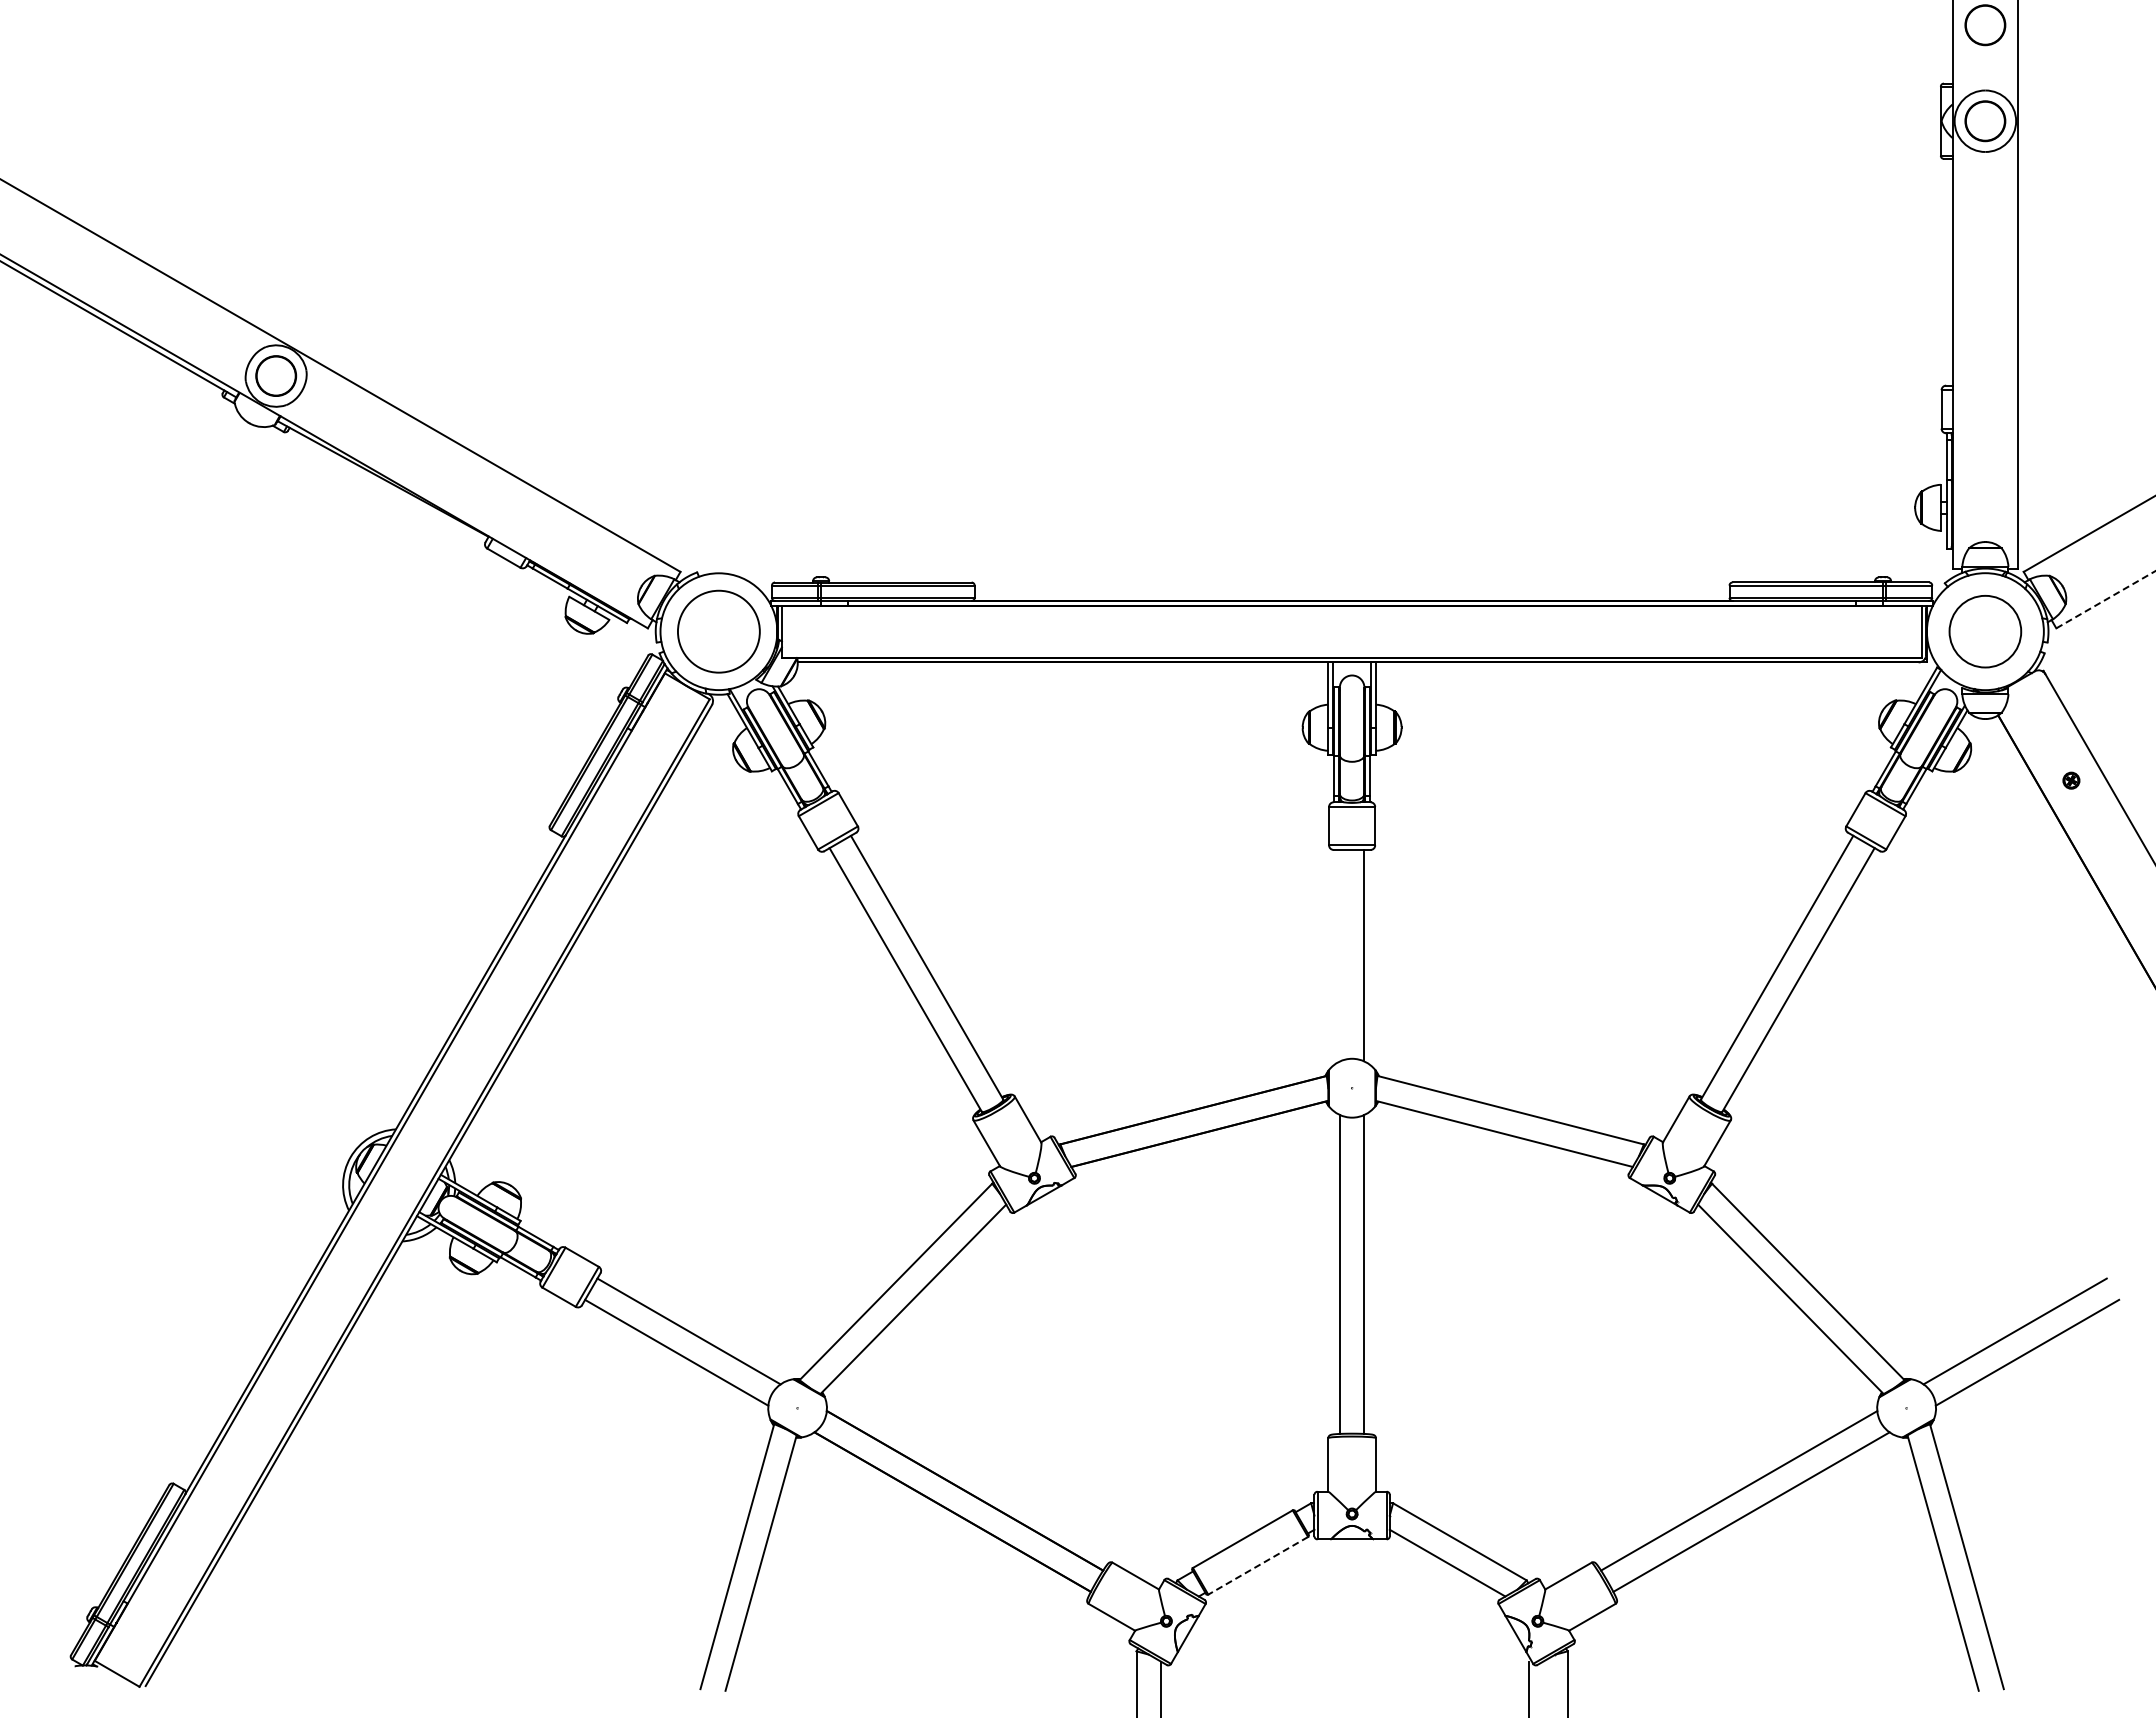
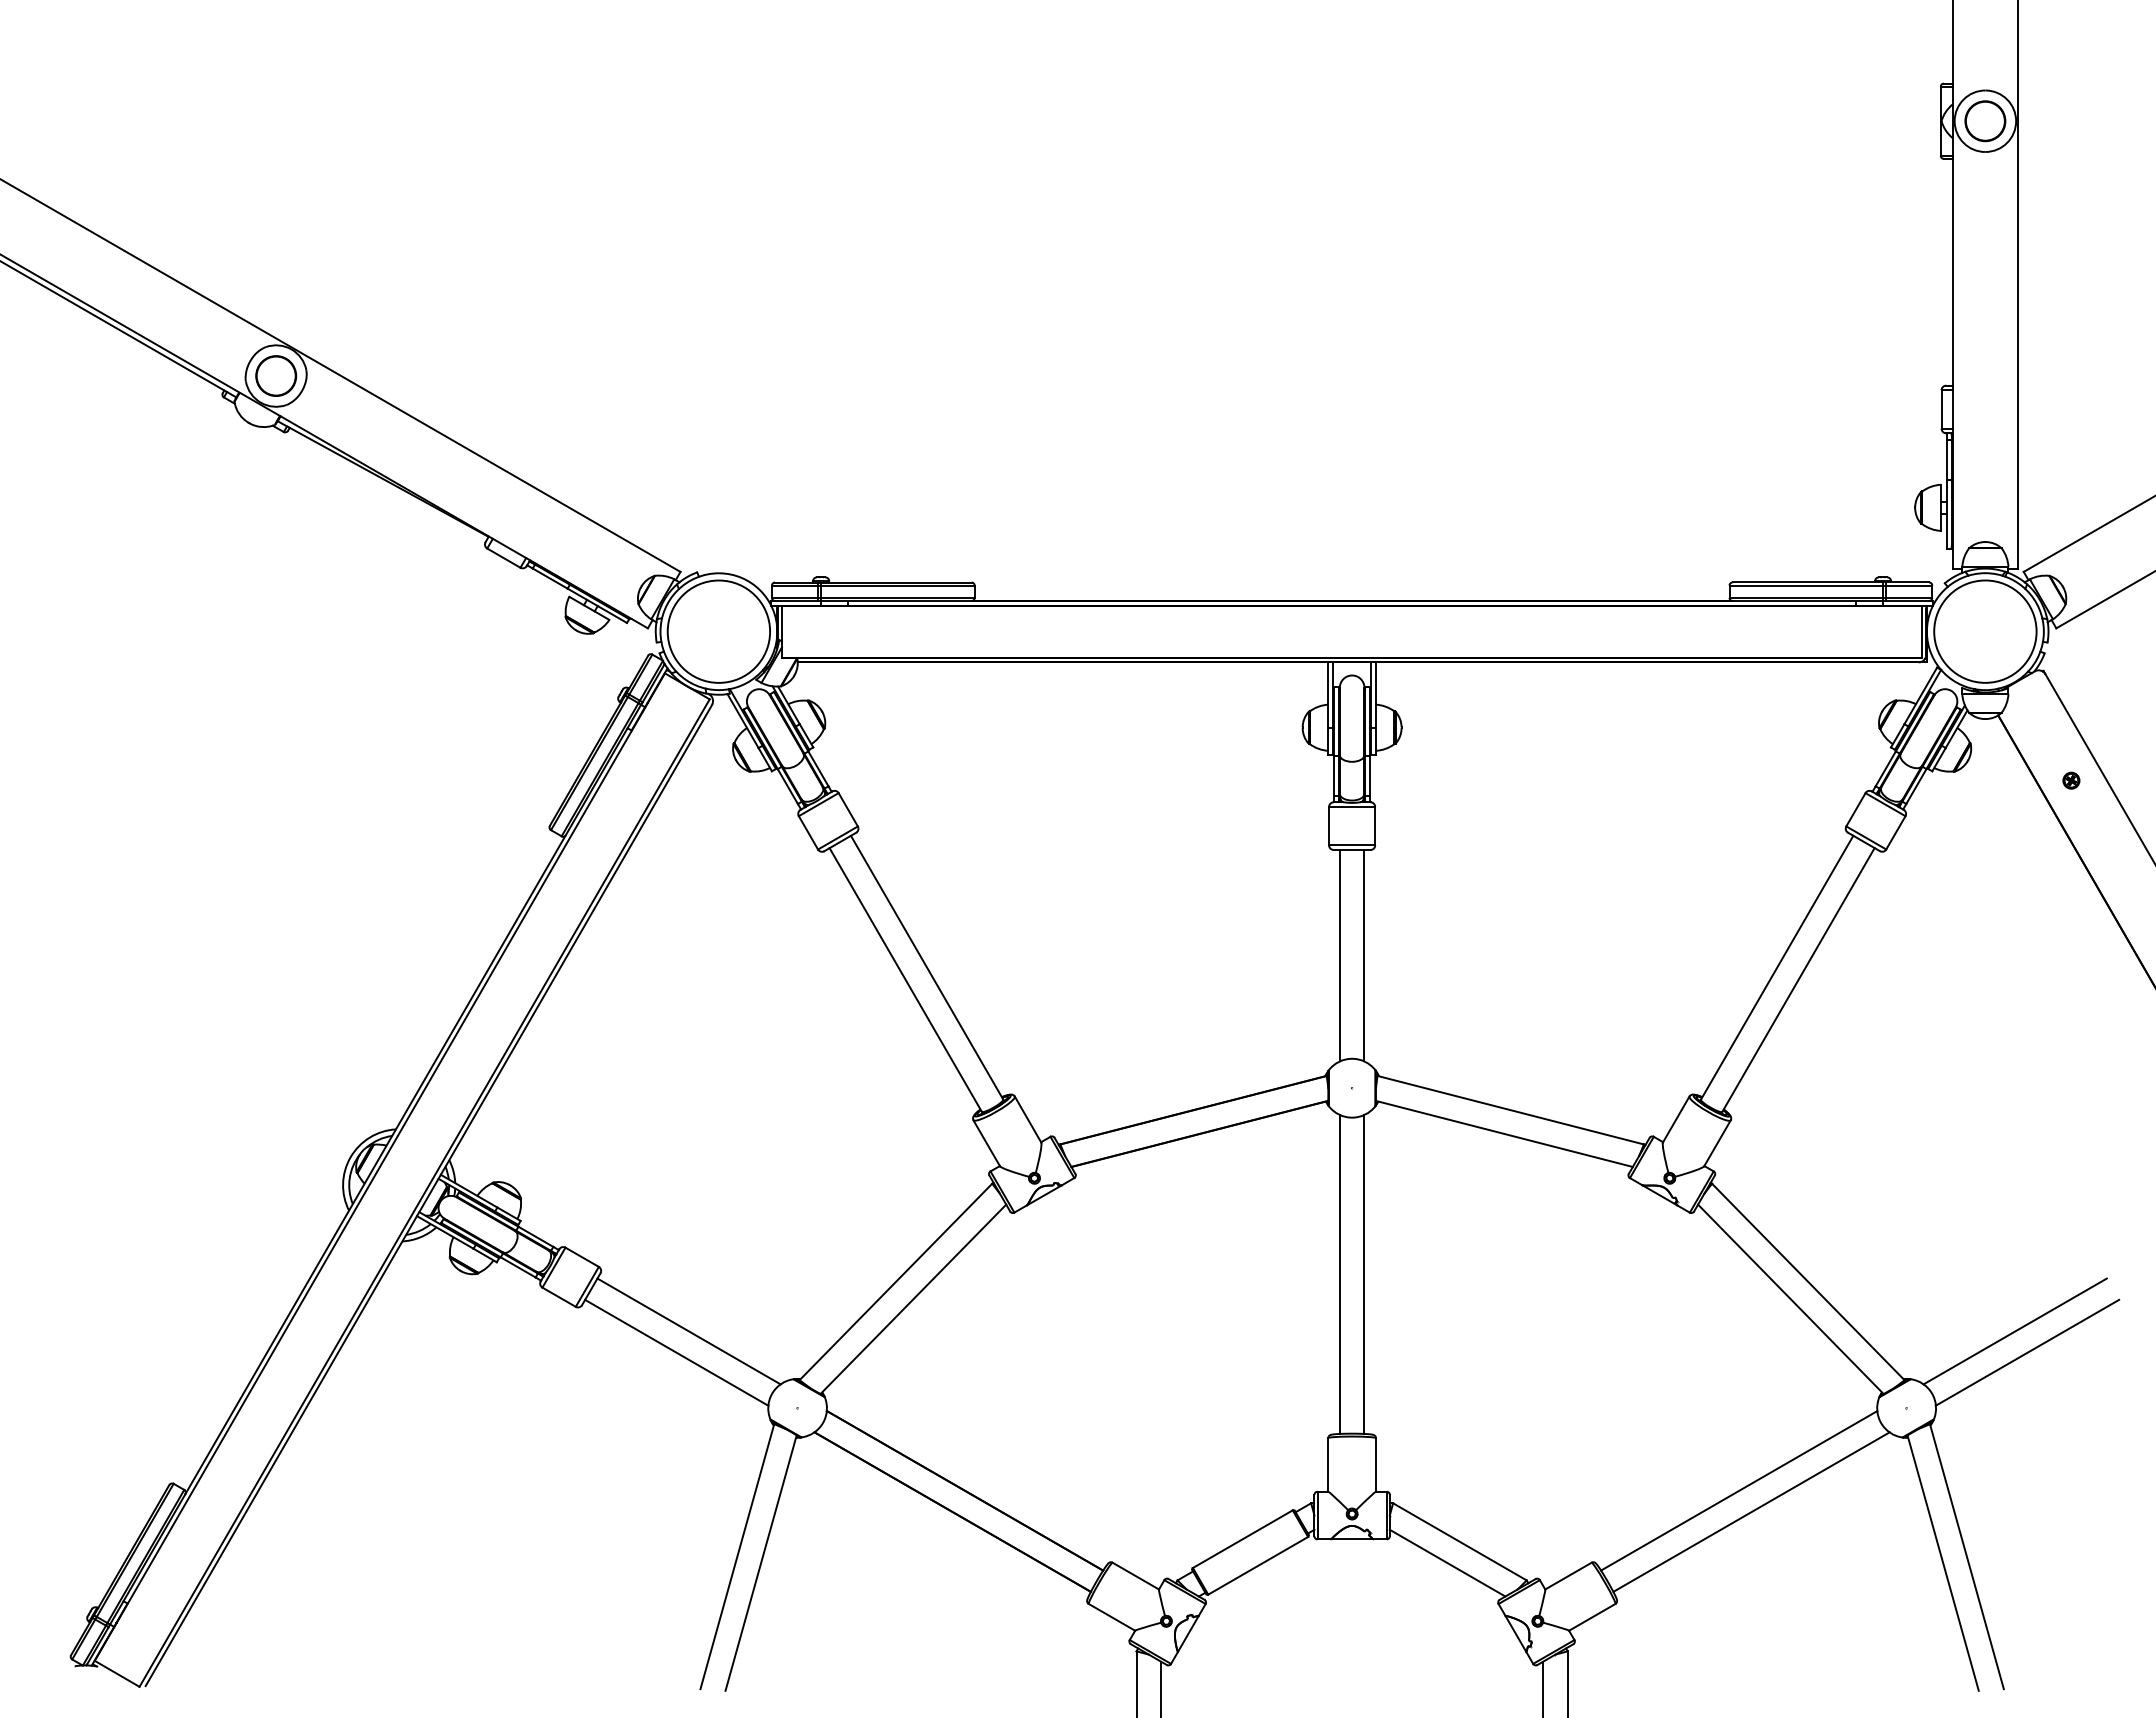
part at (1985, 25): present -> none
line at (2106, 599): dashed -> solid
circle at (718, 631) diameter: 82 px -> 102 px
circle at (1985, 631) diameter: 72 px -> 102 px
line at (1339, 955): none -> present
line at (1258, 1565): dashed -> solid
line at (1529, 1687) position: (1529, 1687) -> (1543, 1687)
